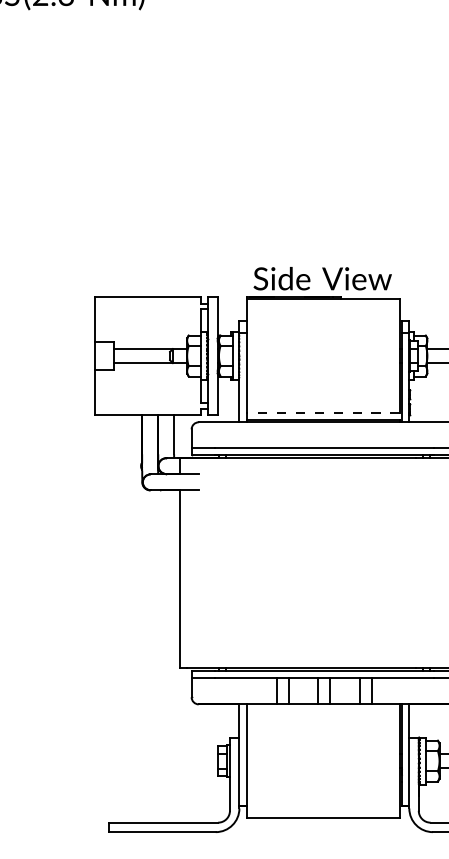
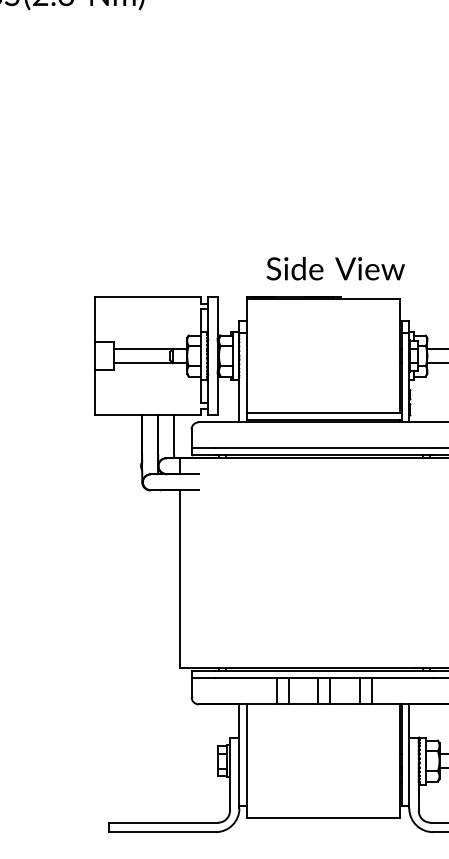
text at (322, 278) position: (322, 278) -> (335, 268)
line at (323, 412): dashed -> solid
